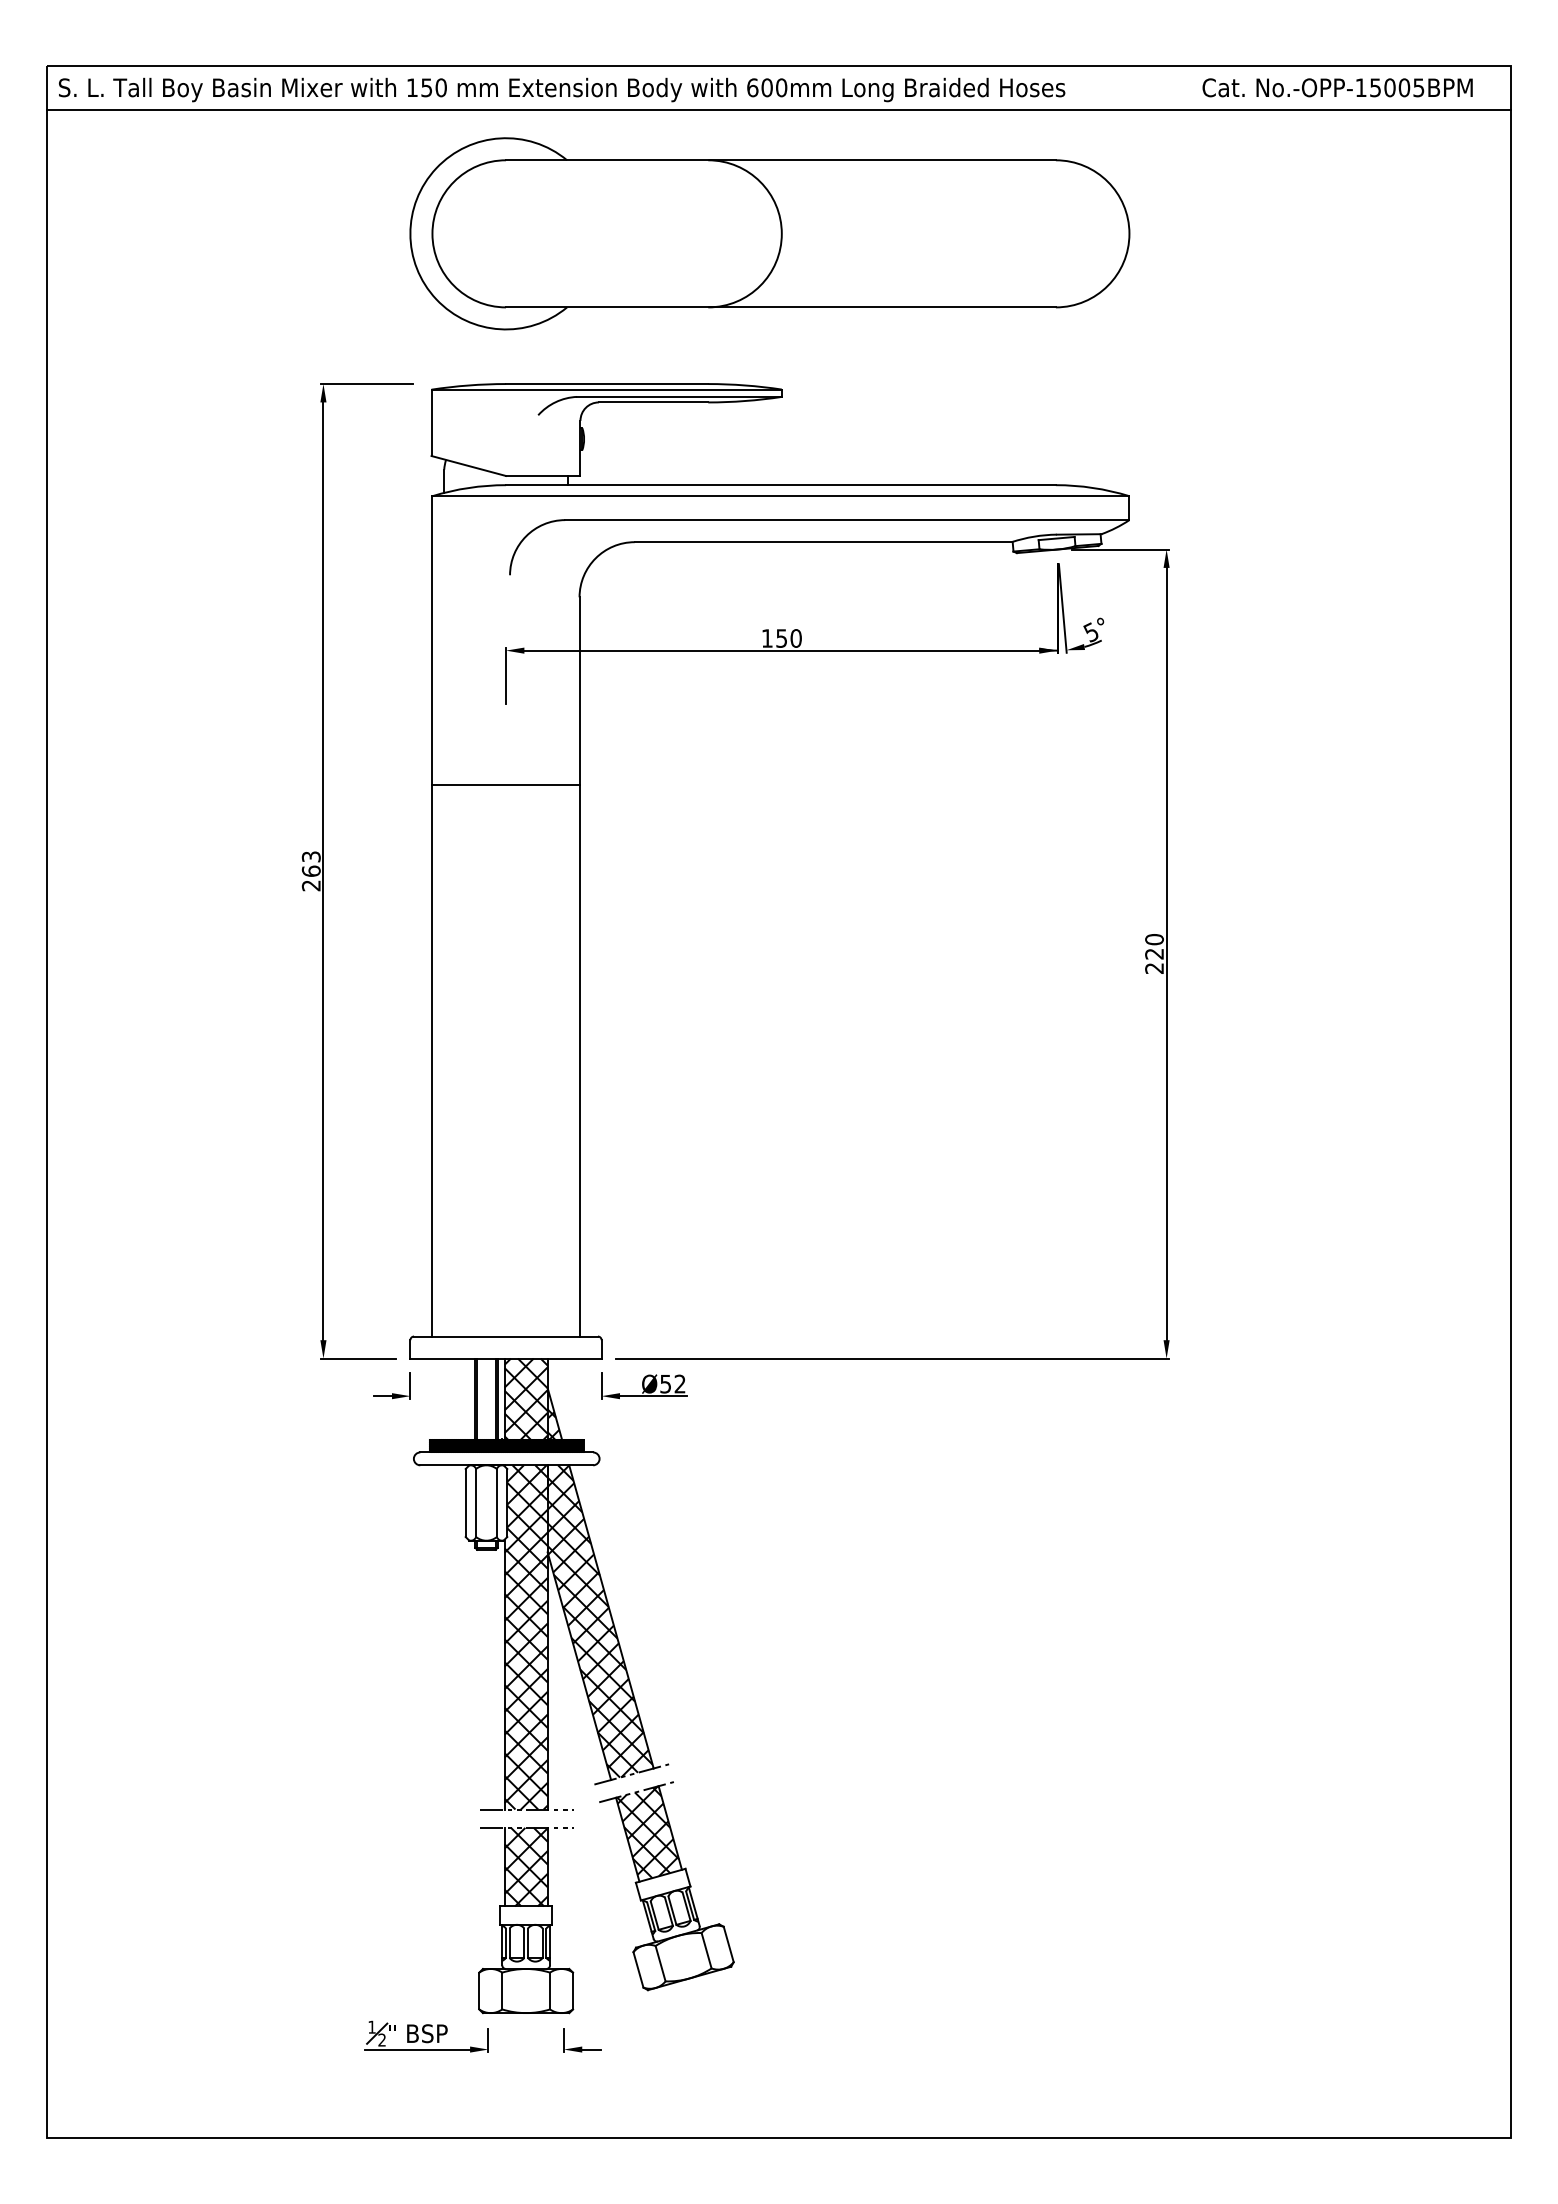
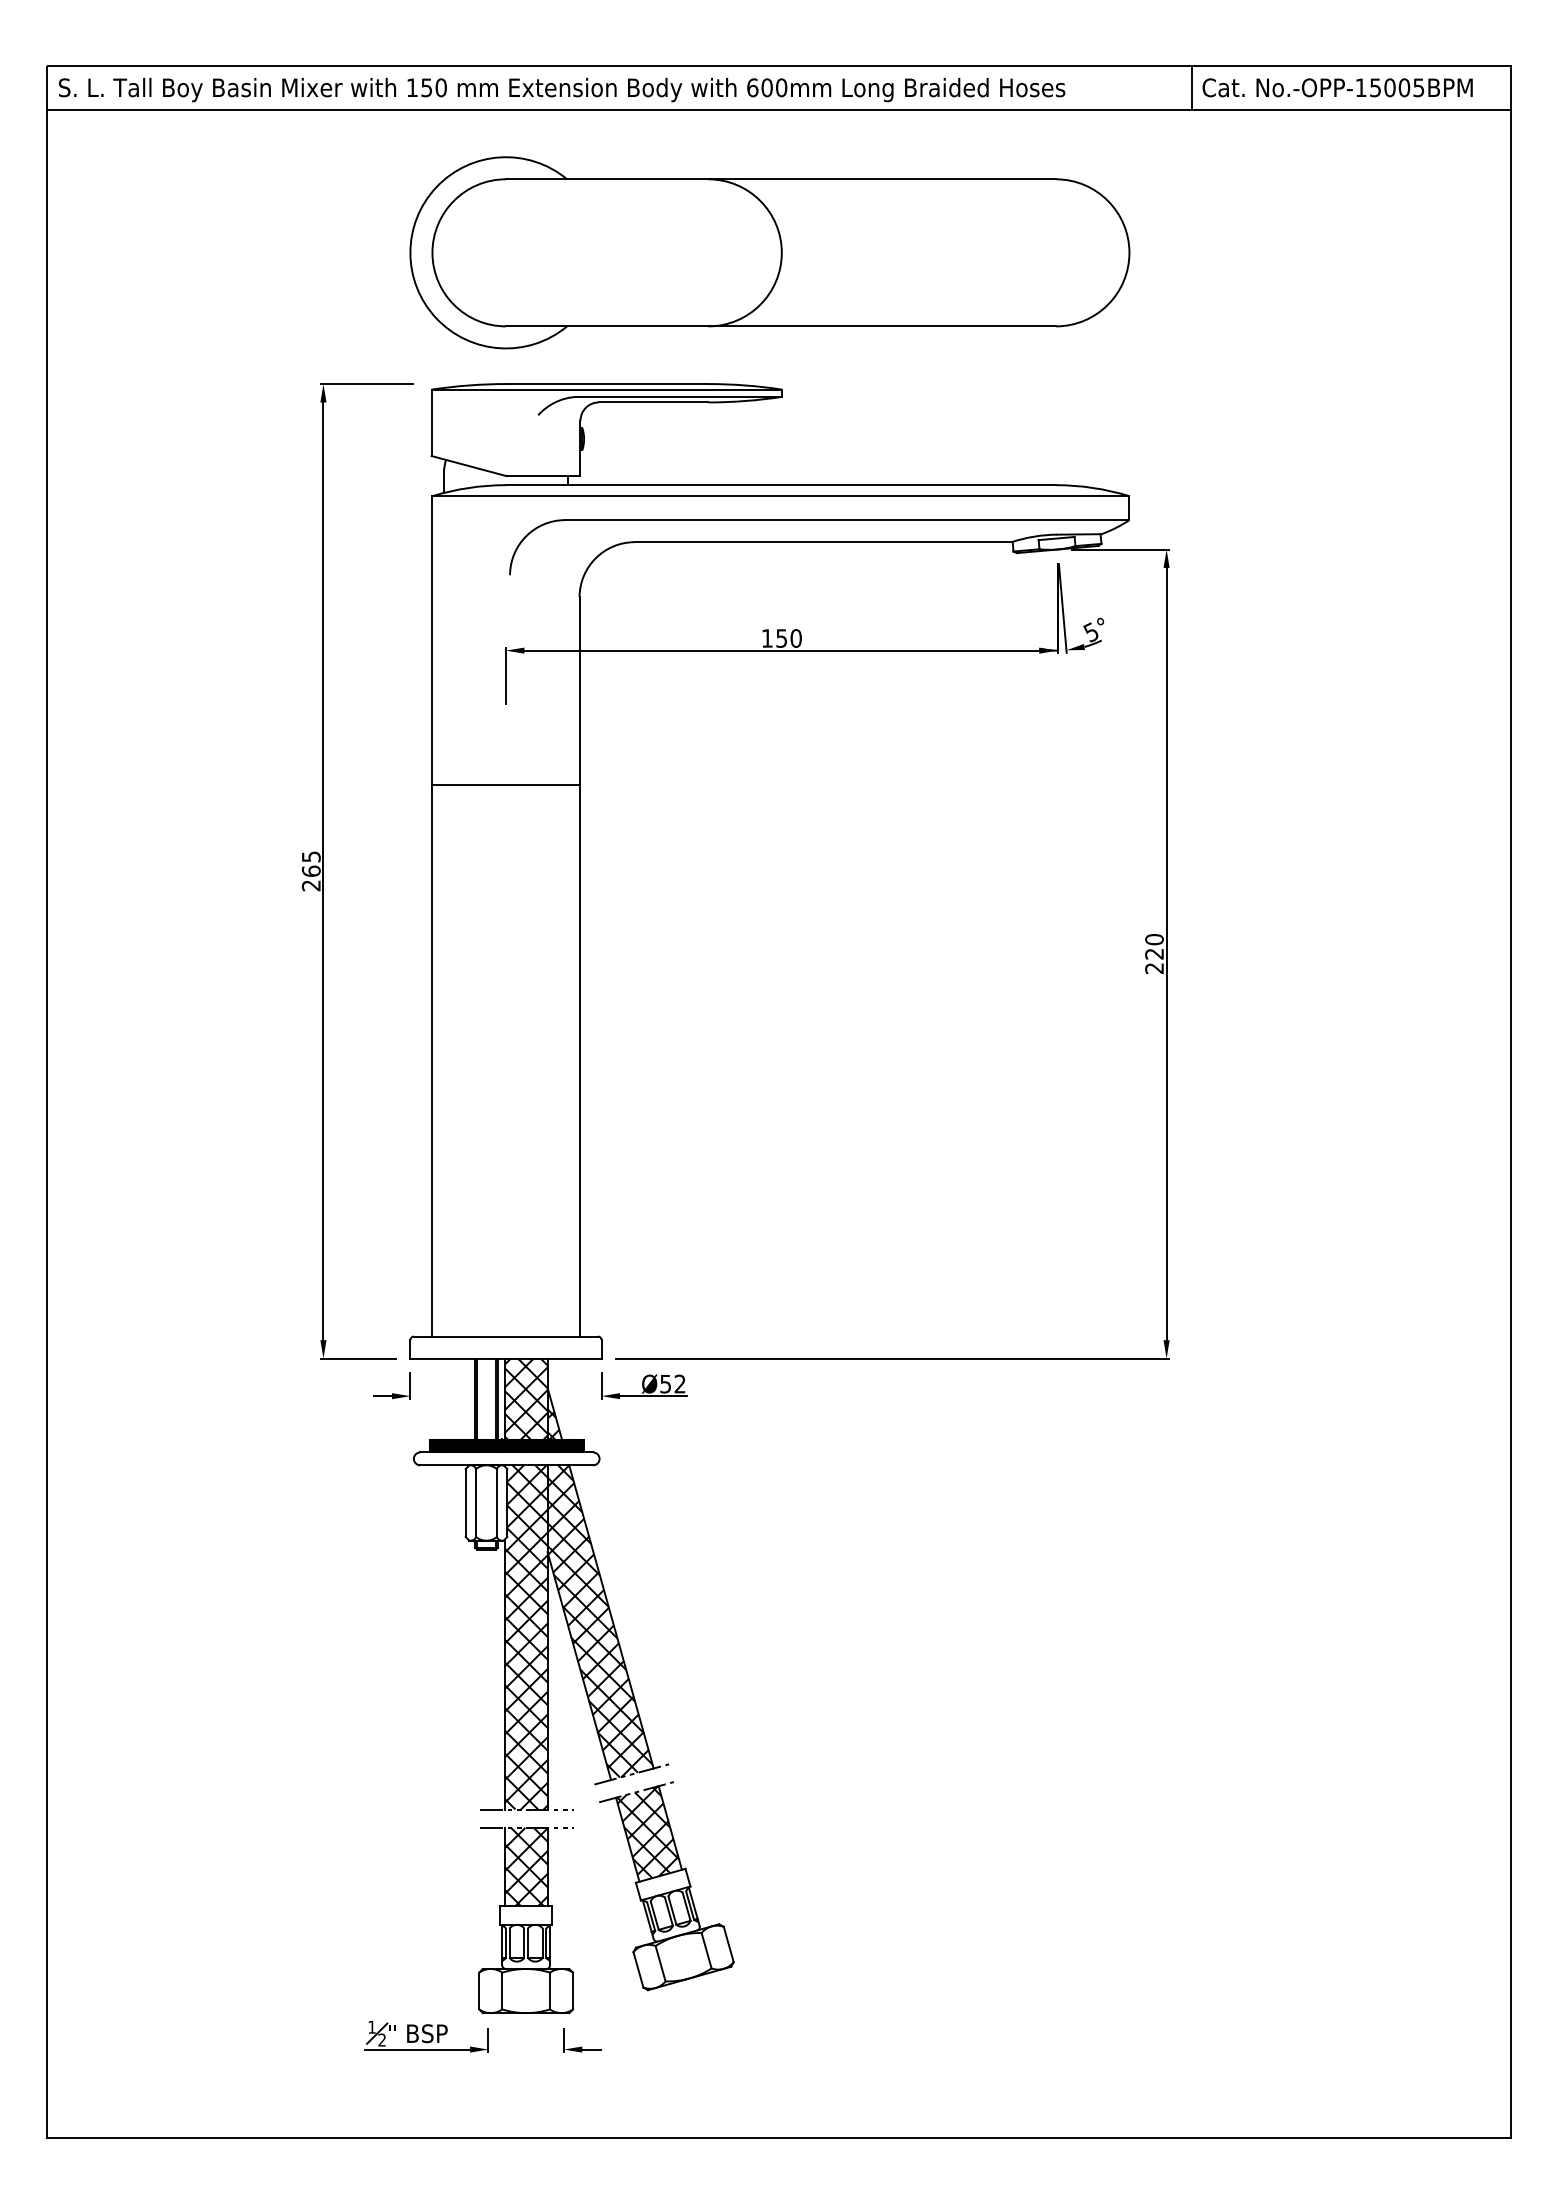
line at (1192, 88): none -> present
part at (769, 233) position: (769, 233) -> (769, 252)
text at (310, 856): 263 -> 265
